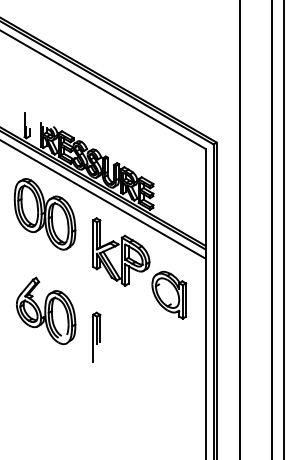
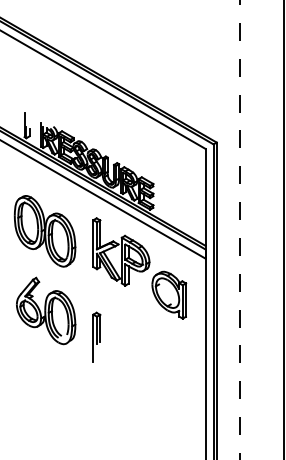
part at (44, 214) position: (44, 214) -> (44, 231)
line at (240, 229): solid -> dashed
line at (272, 229): present -> none
